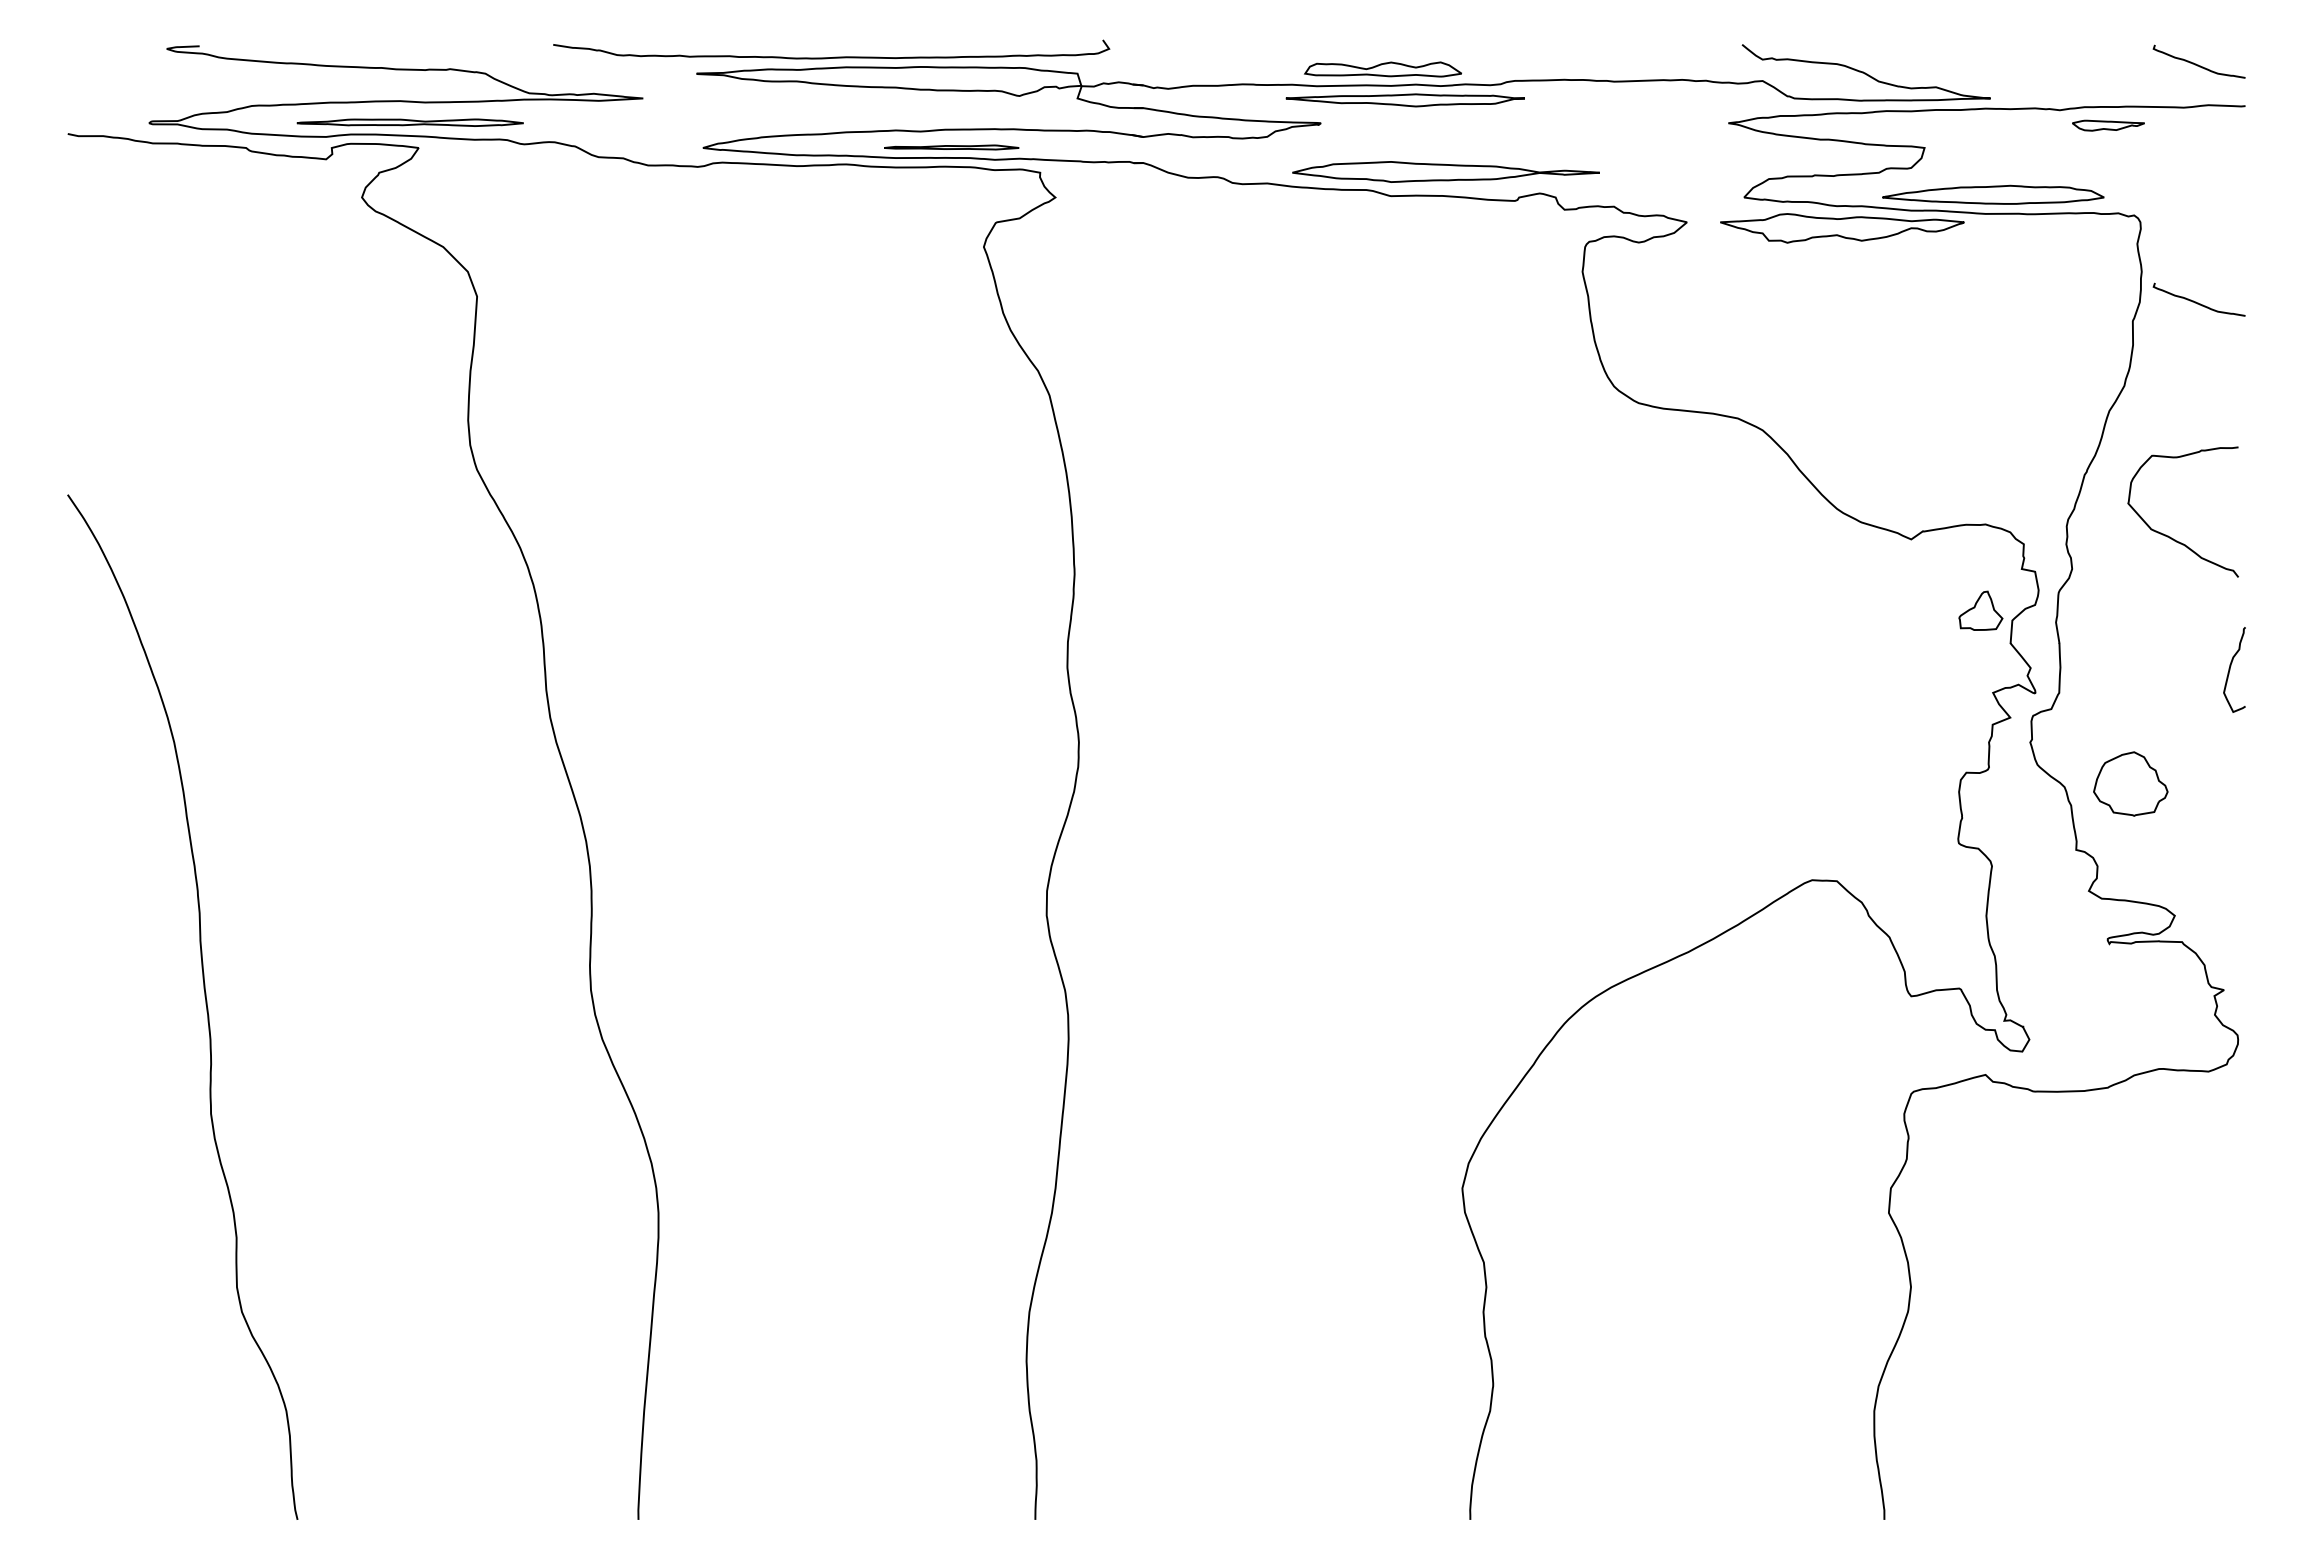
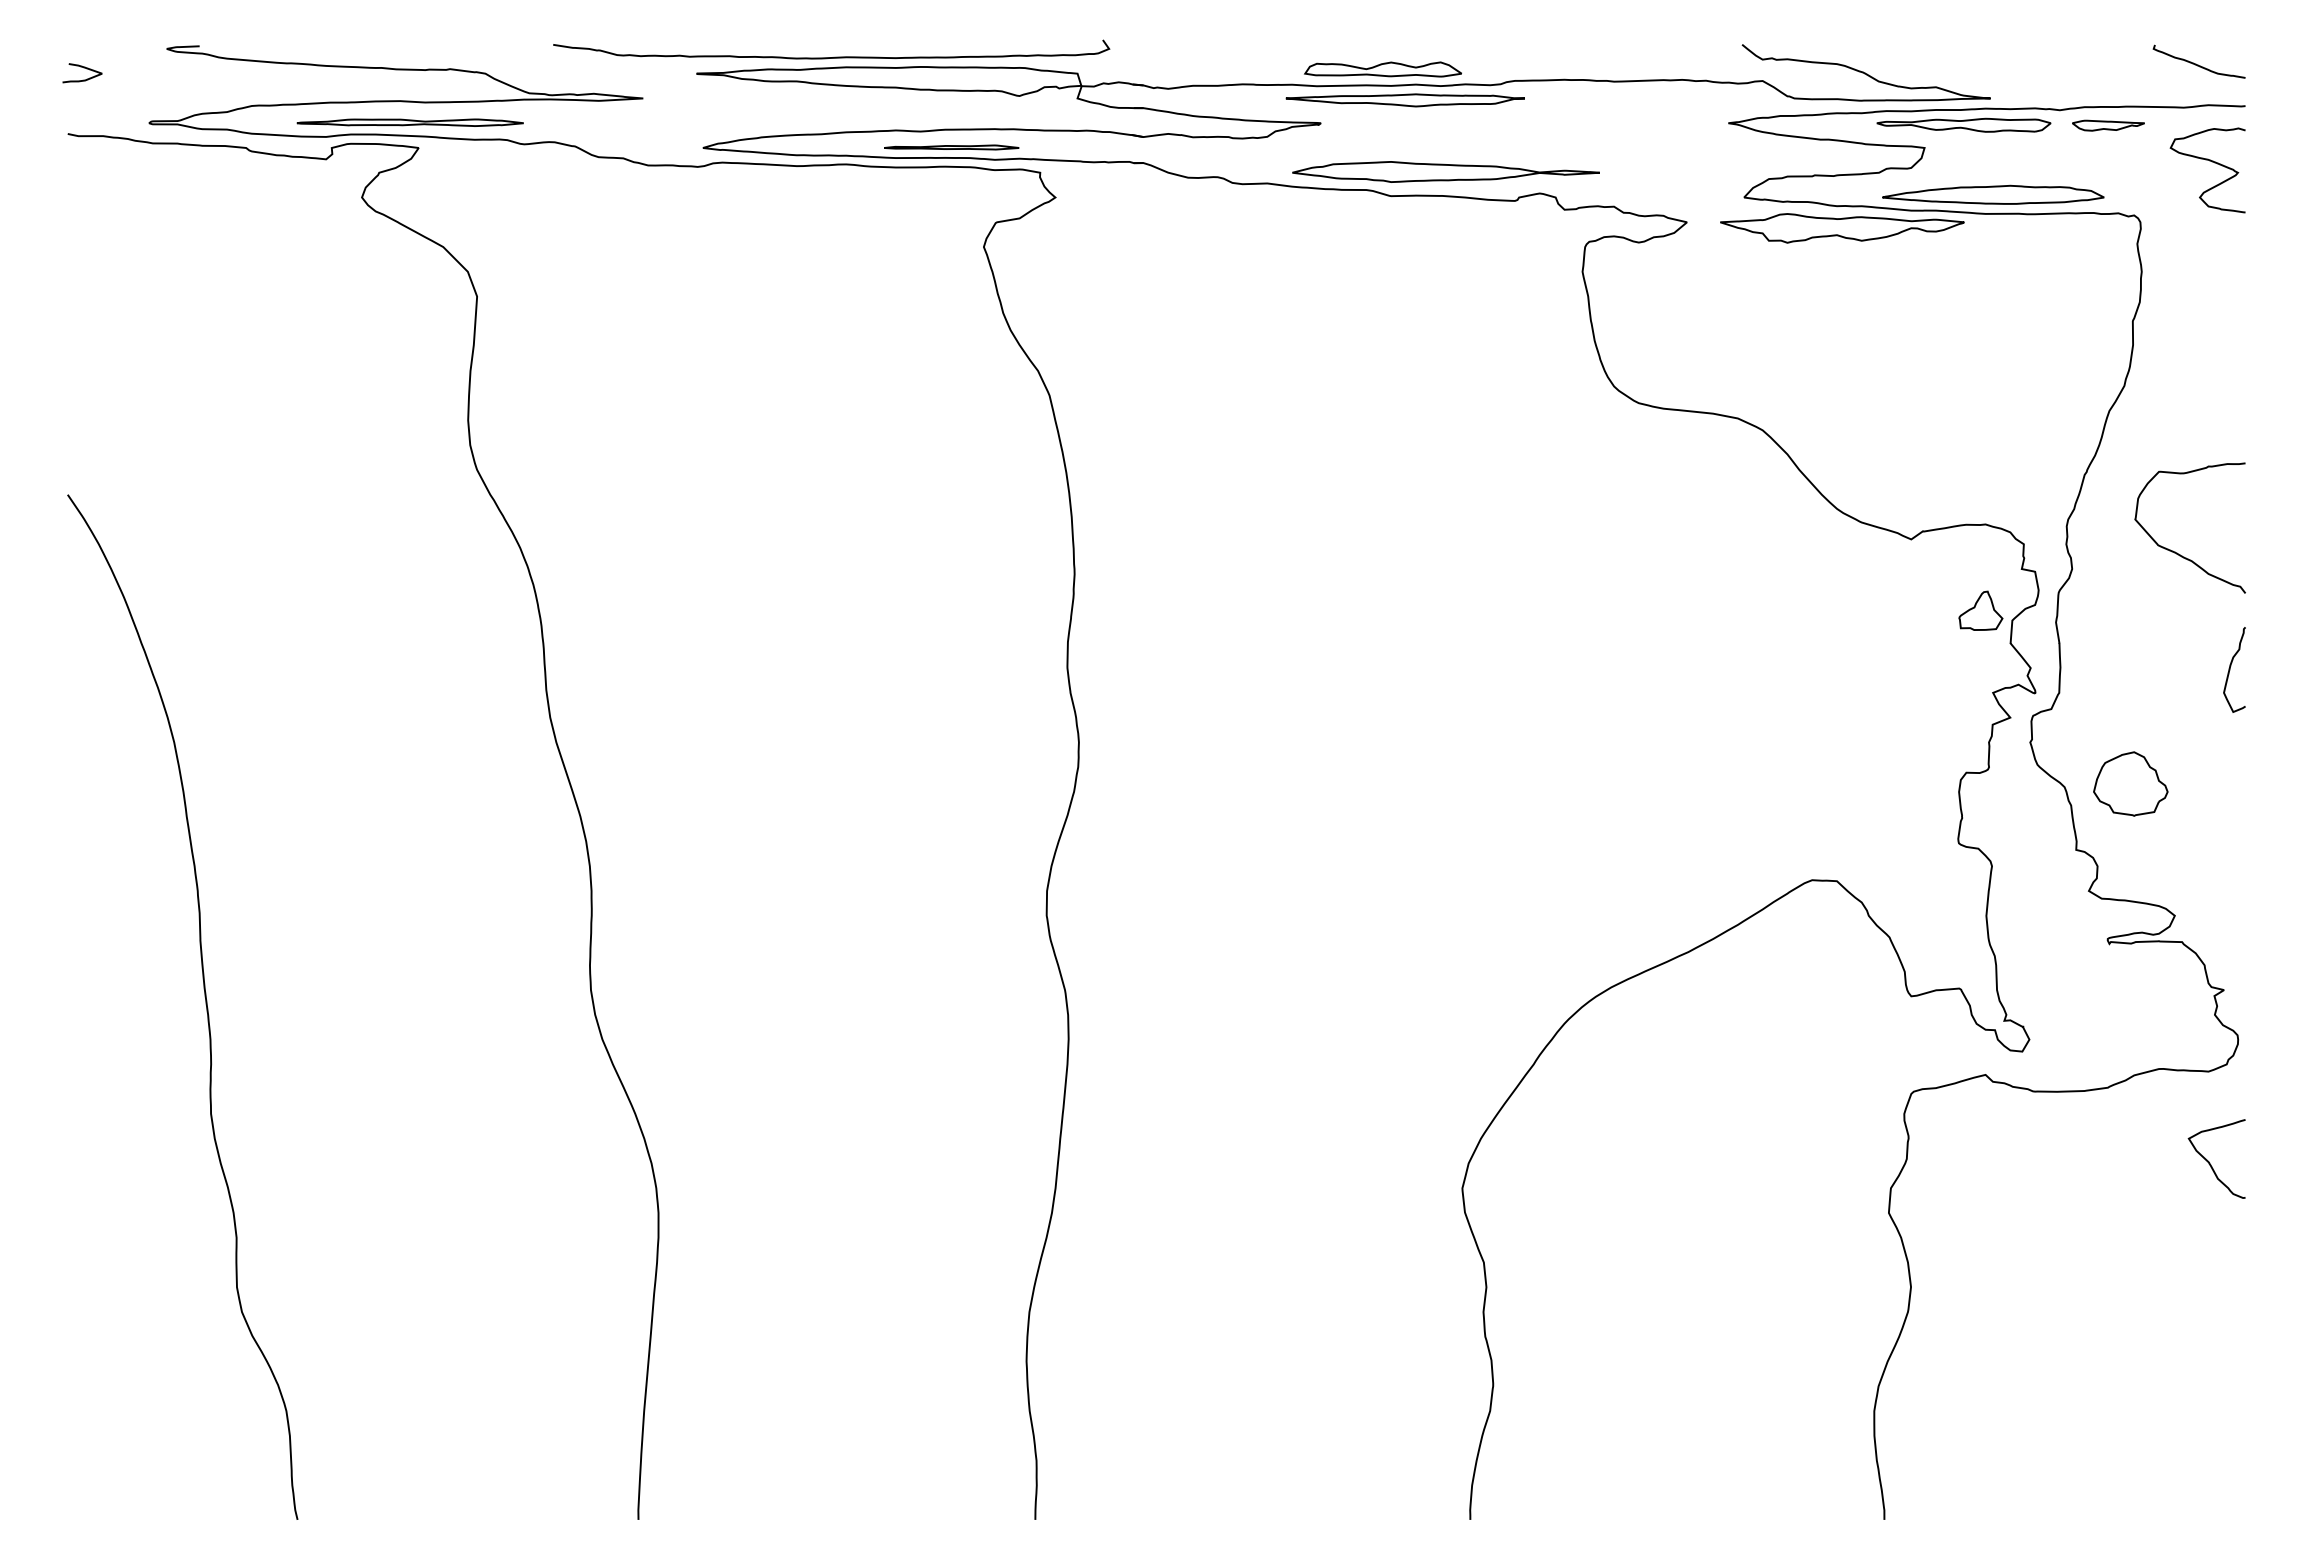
curve at (83, 68): none -> present
part at (1963, 124): none -> present
curve at (2209, 161): none -> present
curve at (2196, 301): present -> none
curve at (2170, 536) position: (2170, 536) -> (2177, 552)
curve at (2209, 1161): none -> present
